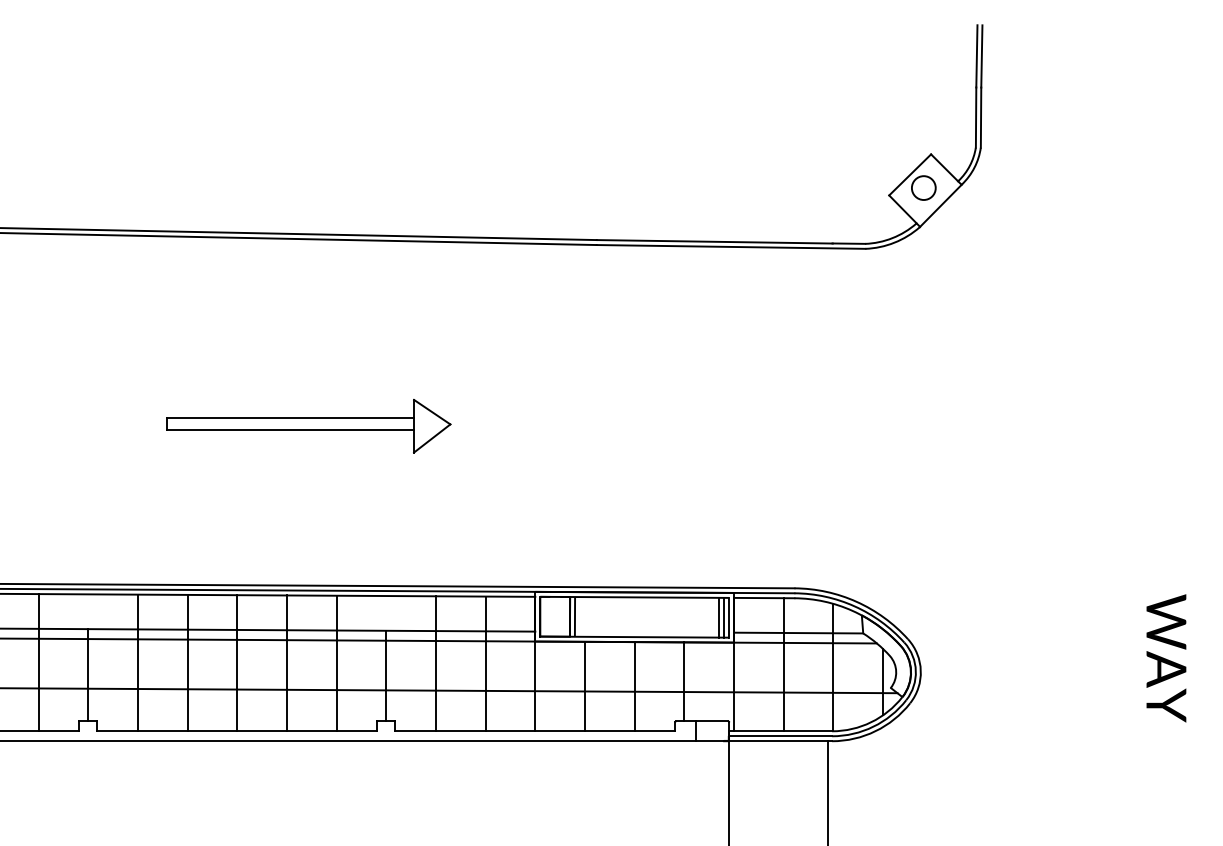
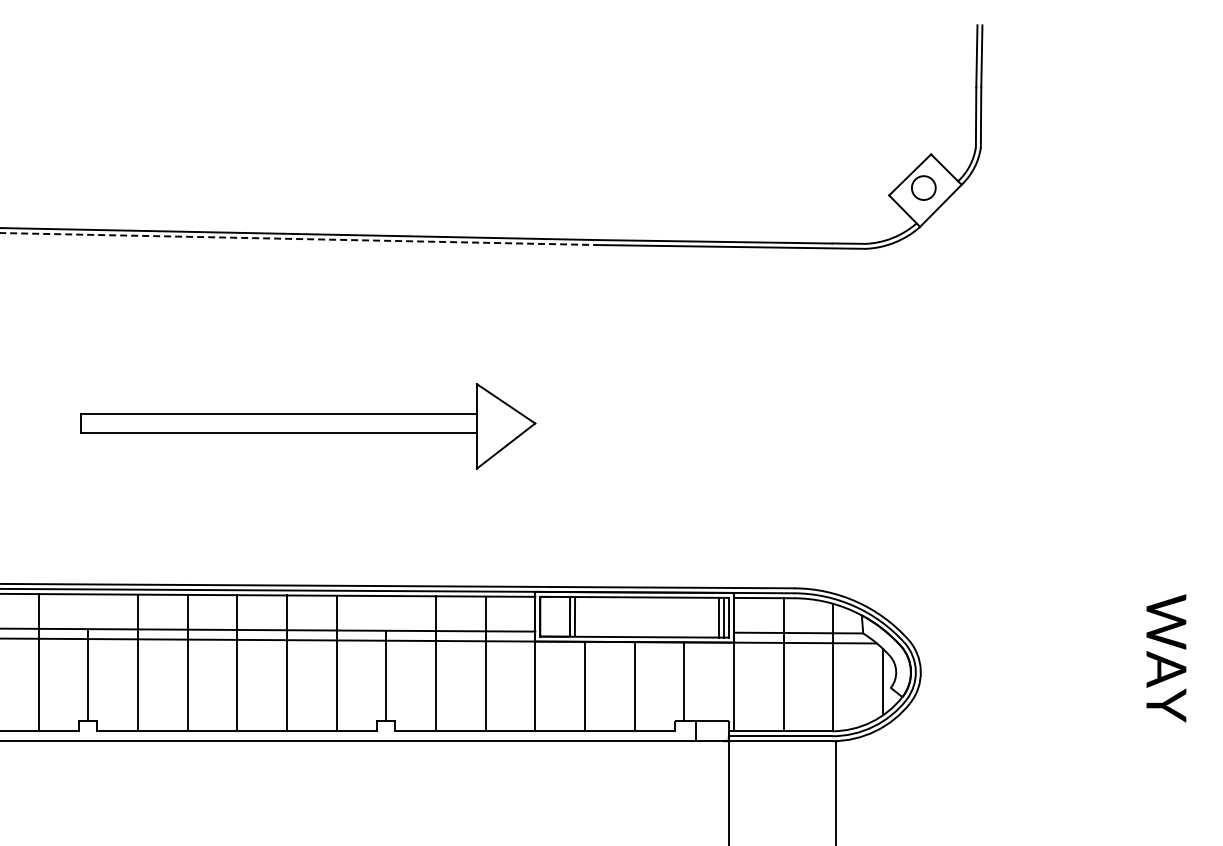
line at (298, 239): solid -> dashed
part at (308, 425) size: 286x56 px -> 457x87 px
line at (449, 690): present -> none
line at (828, 791) position: (828, 791) -> (836, 791)
